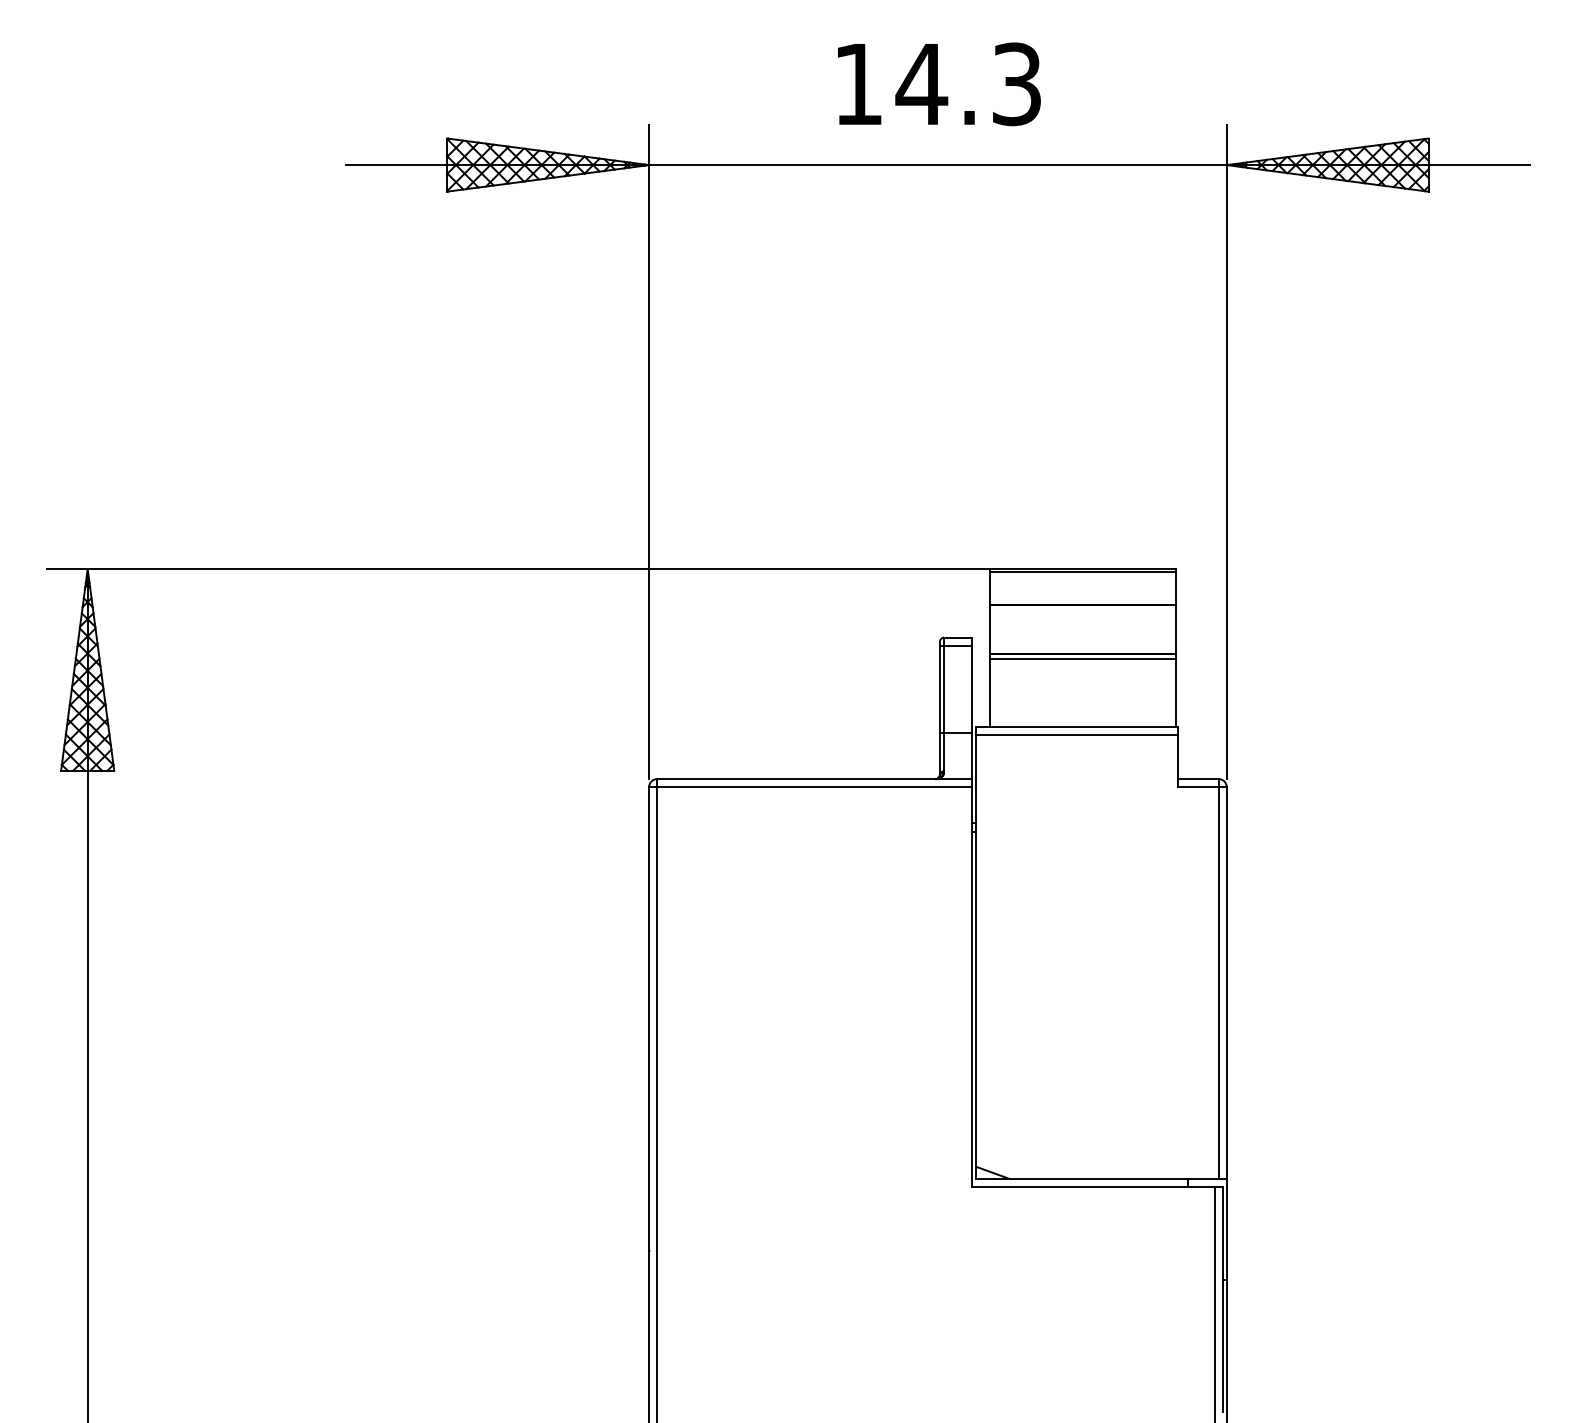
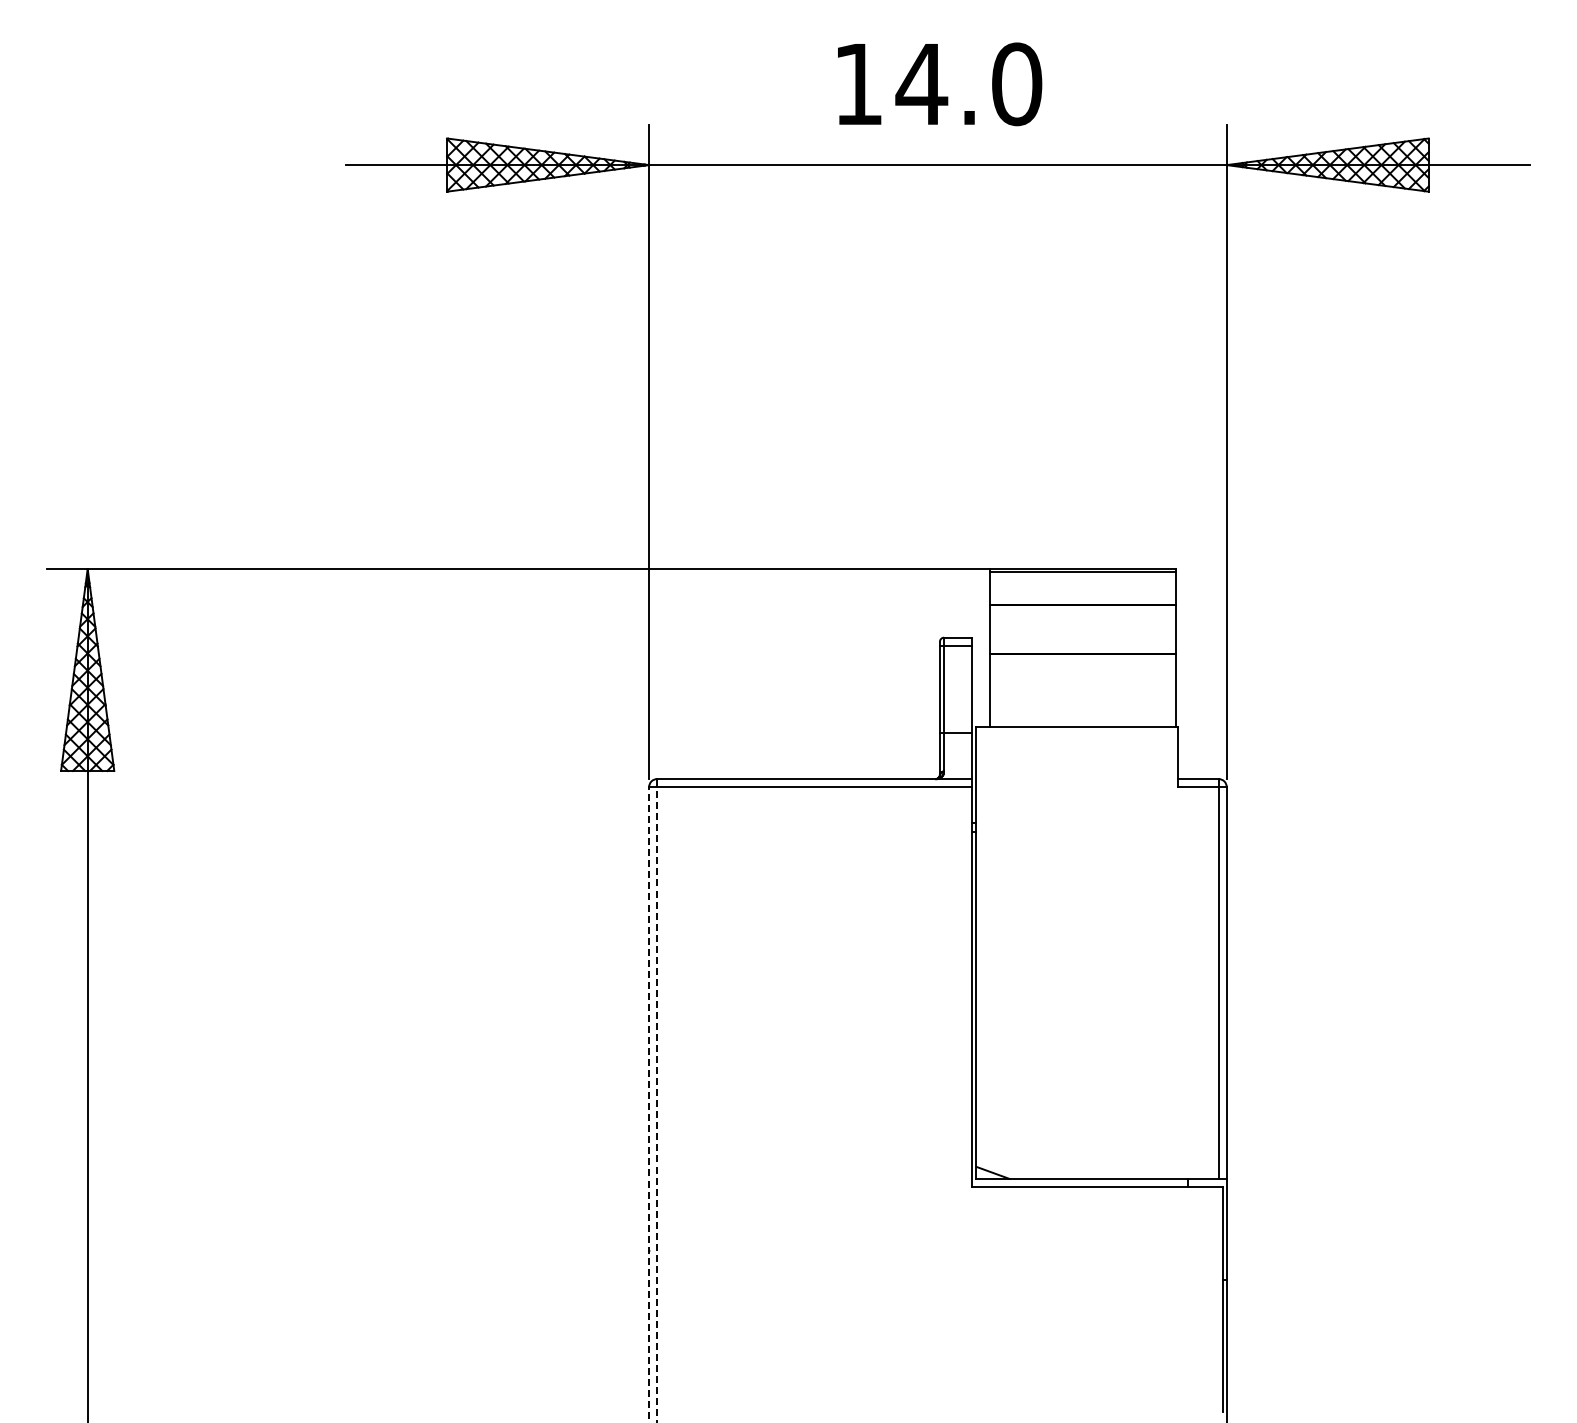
text at (1017, 84): 14.3 -> 14.0
line at (1083, 658): present -> none
line at (1077, 734): present -> none
line at (657, 1100): solid -> dashed
line at (649, 1104): solid -> dashed
line at (1214, 1303): present -> none
